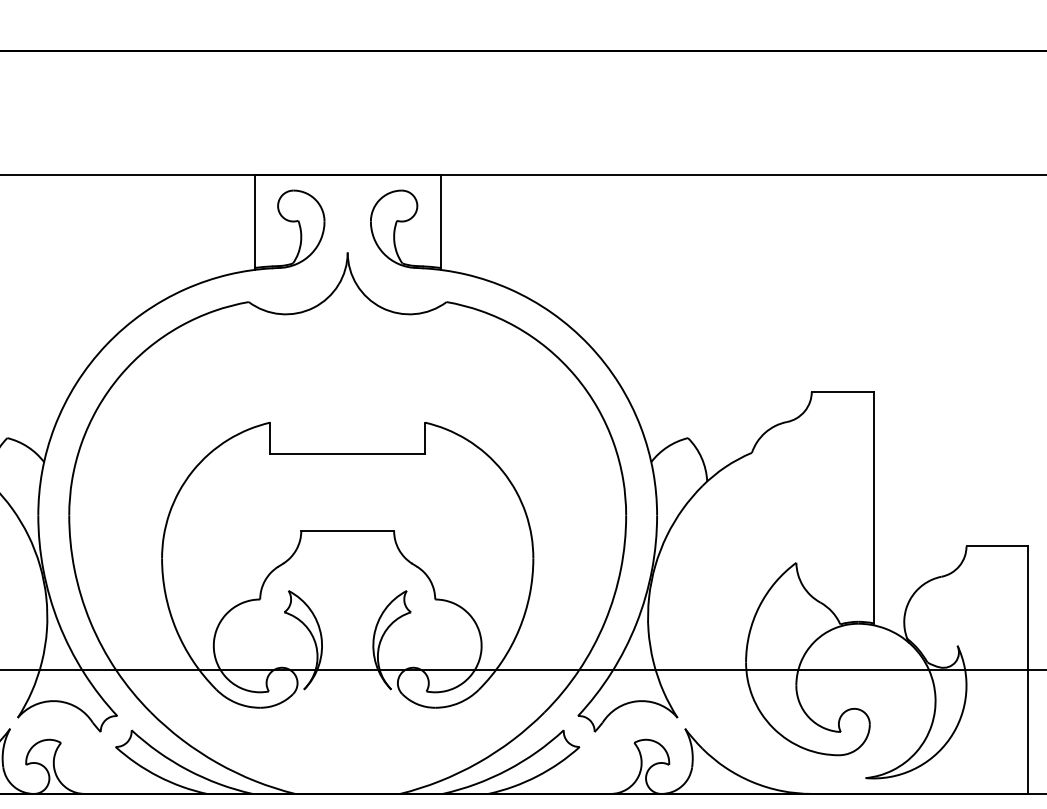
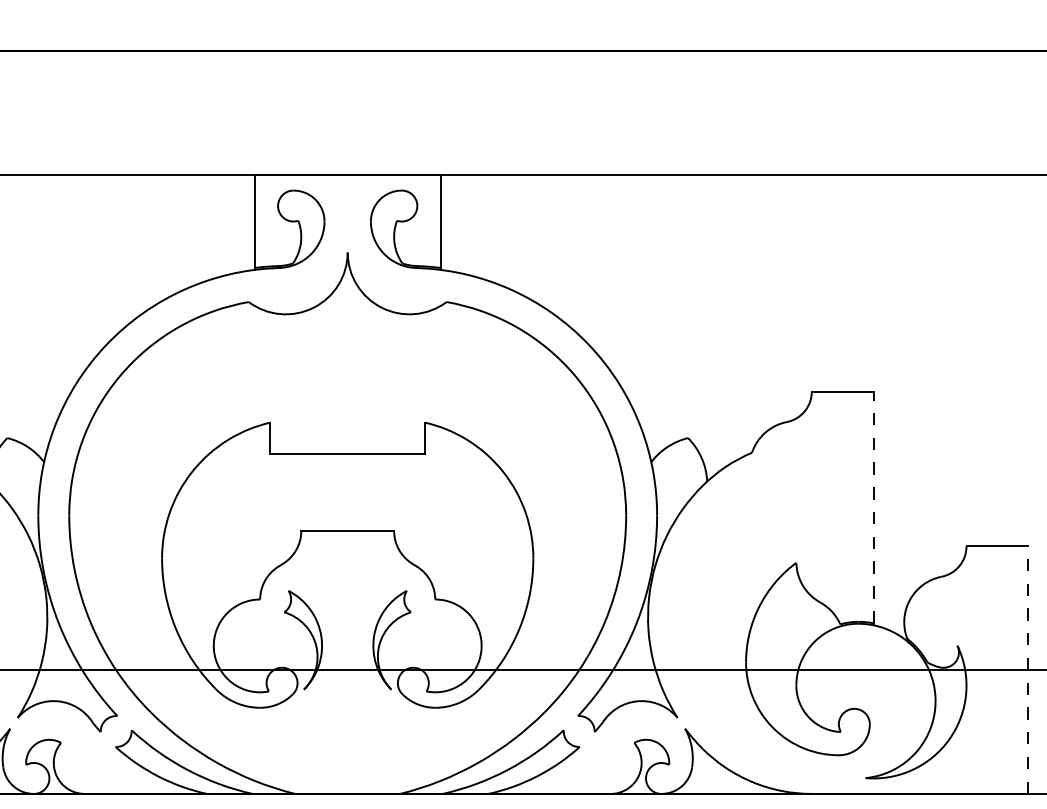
line at (873, 507): solid -> dashed
line at (1028, 670): solid -> dashed
